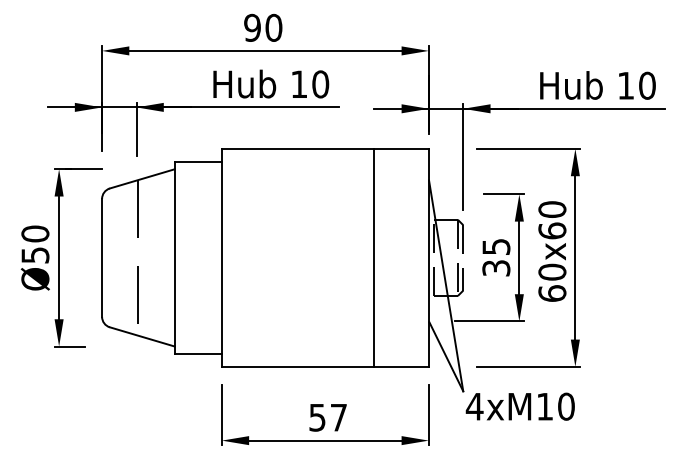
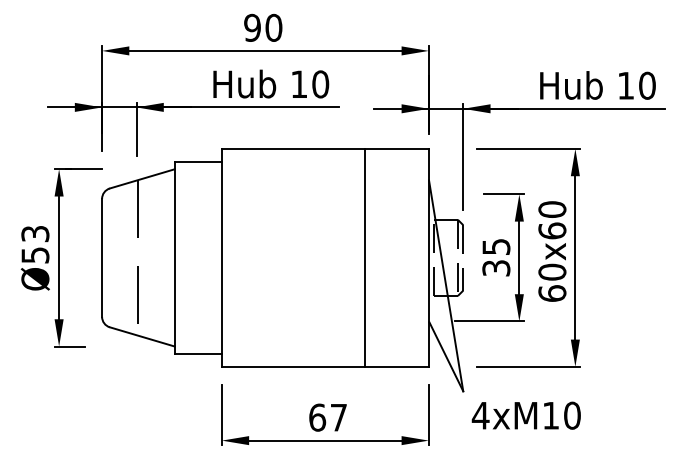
text at (35, 233): Ø50 -> Ø53
line at (374, 257) position: (374, 257) -> (365, 257)
text at (519, 406) position: (519, 406) -> (525, 415)
text at (317, 417): 57 -> 67
